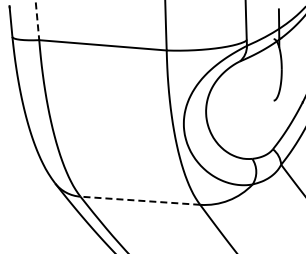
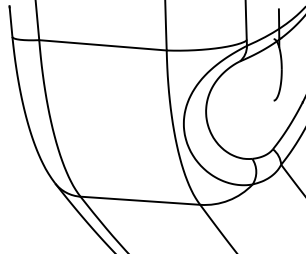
line at (37, 20): dashed -> solid
line at (140, 200): dashed -> solid
